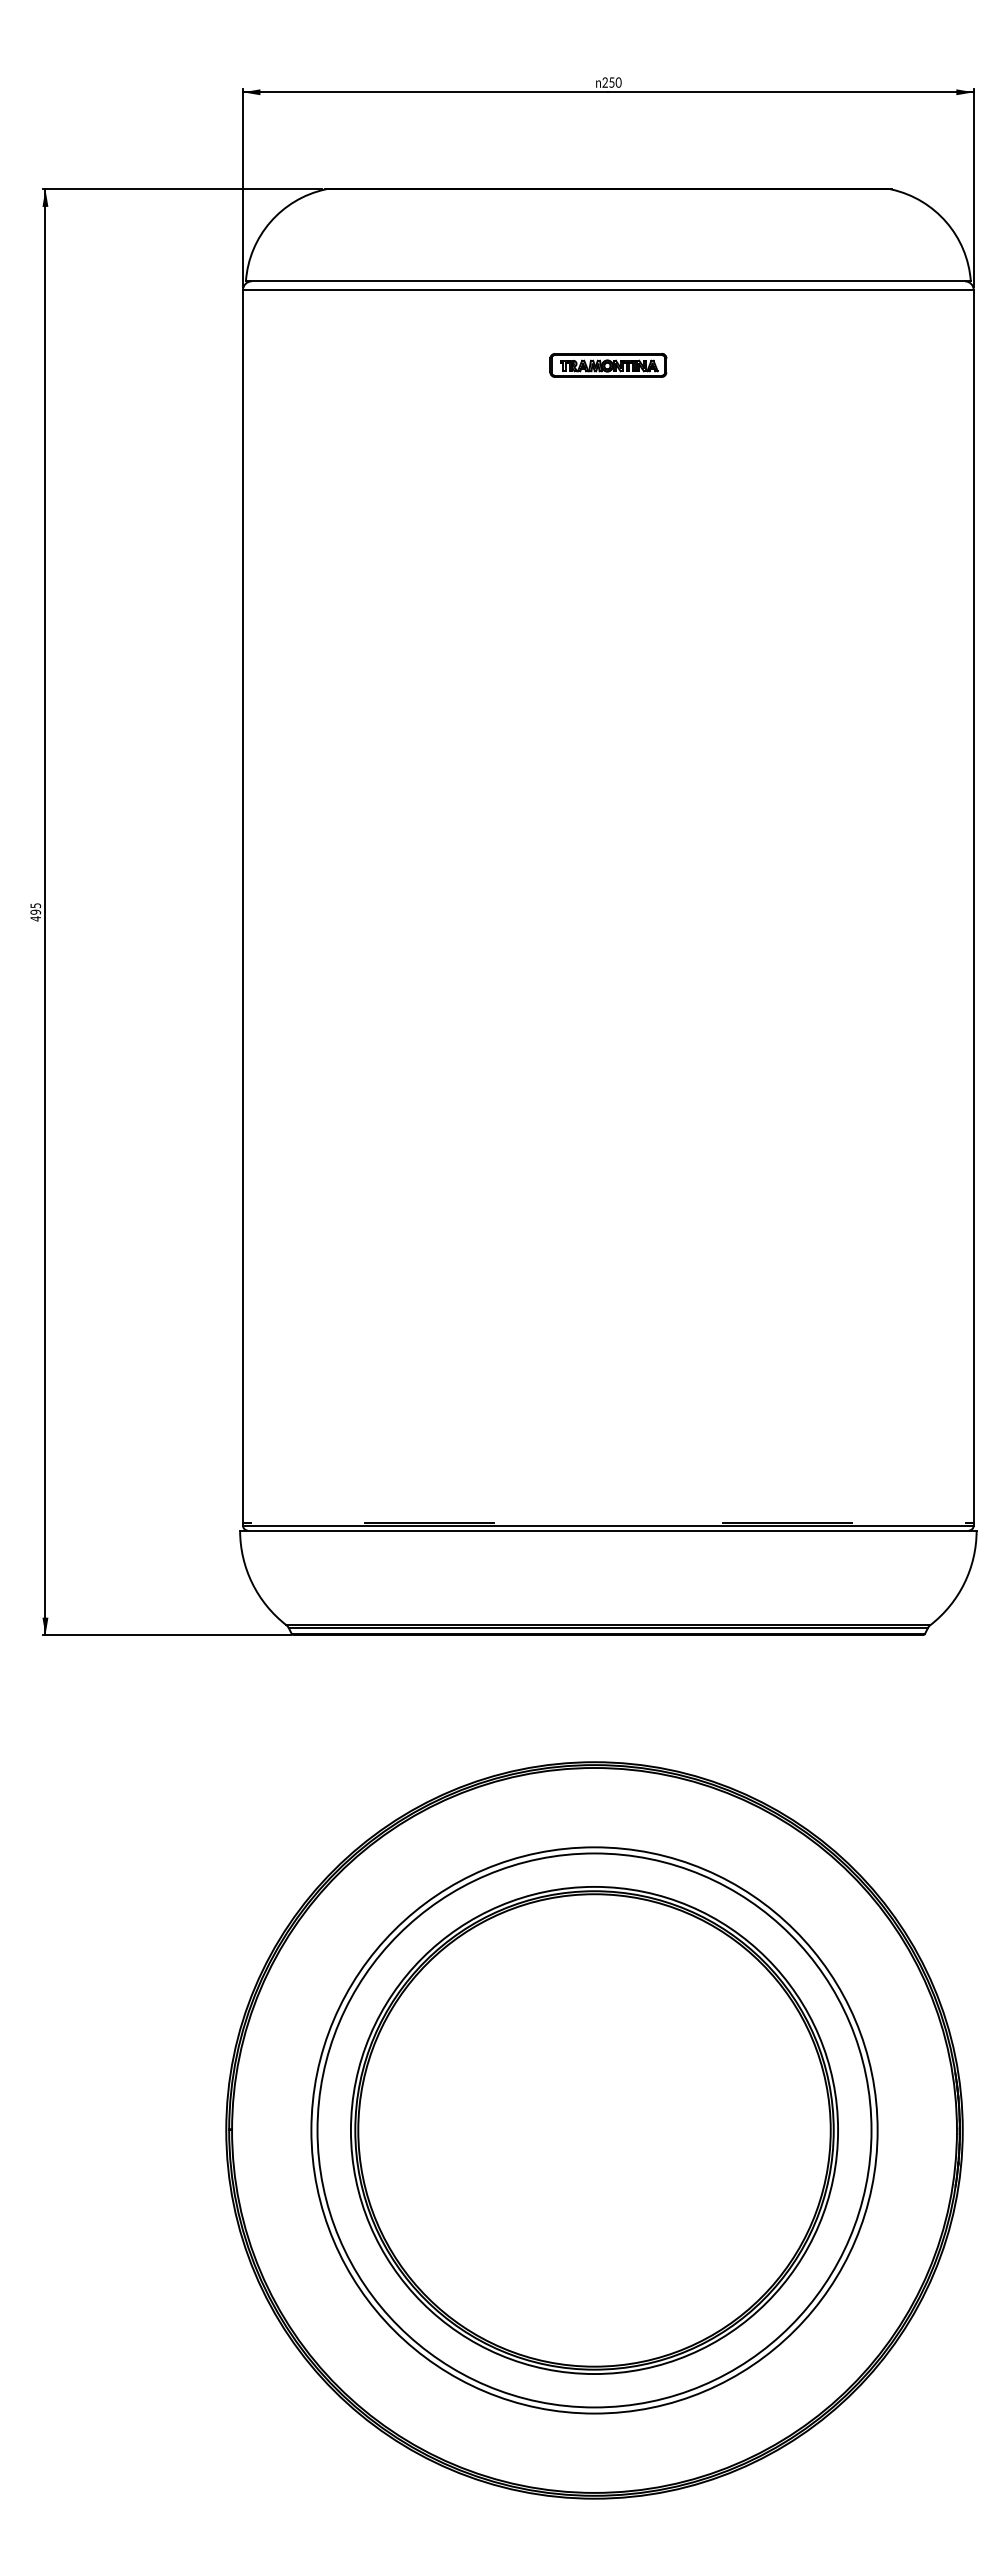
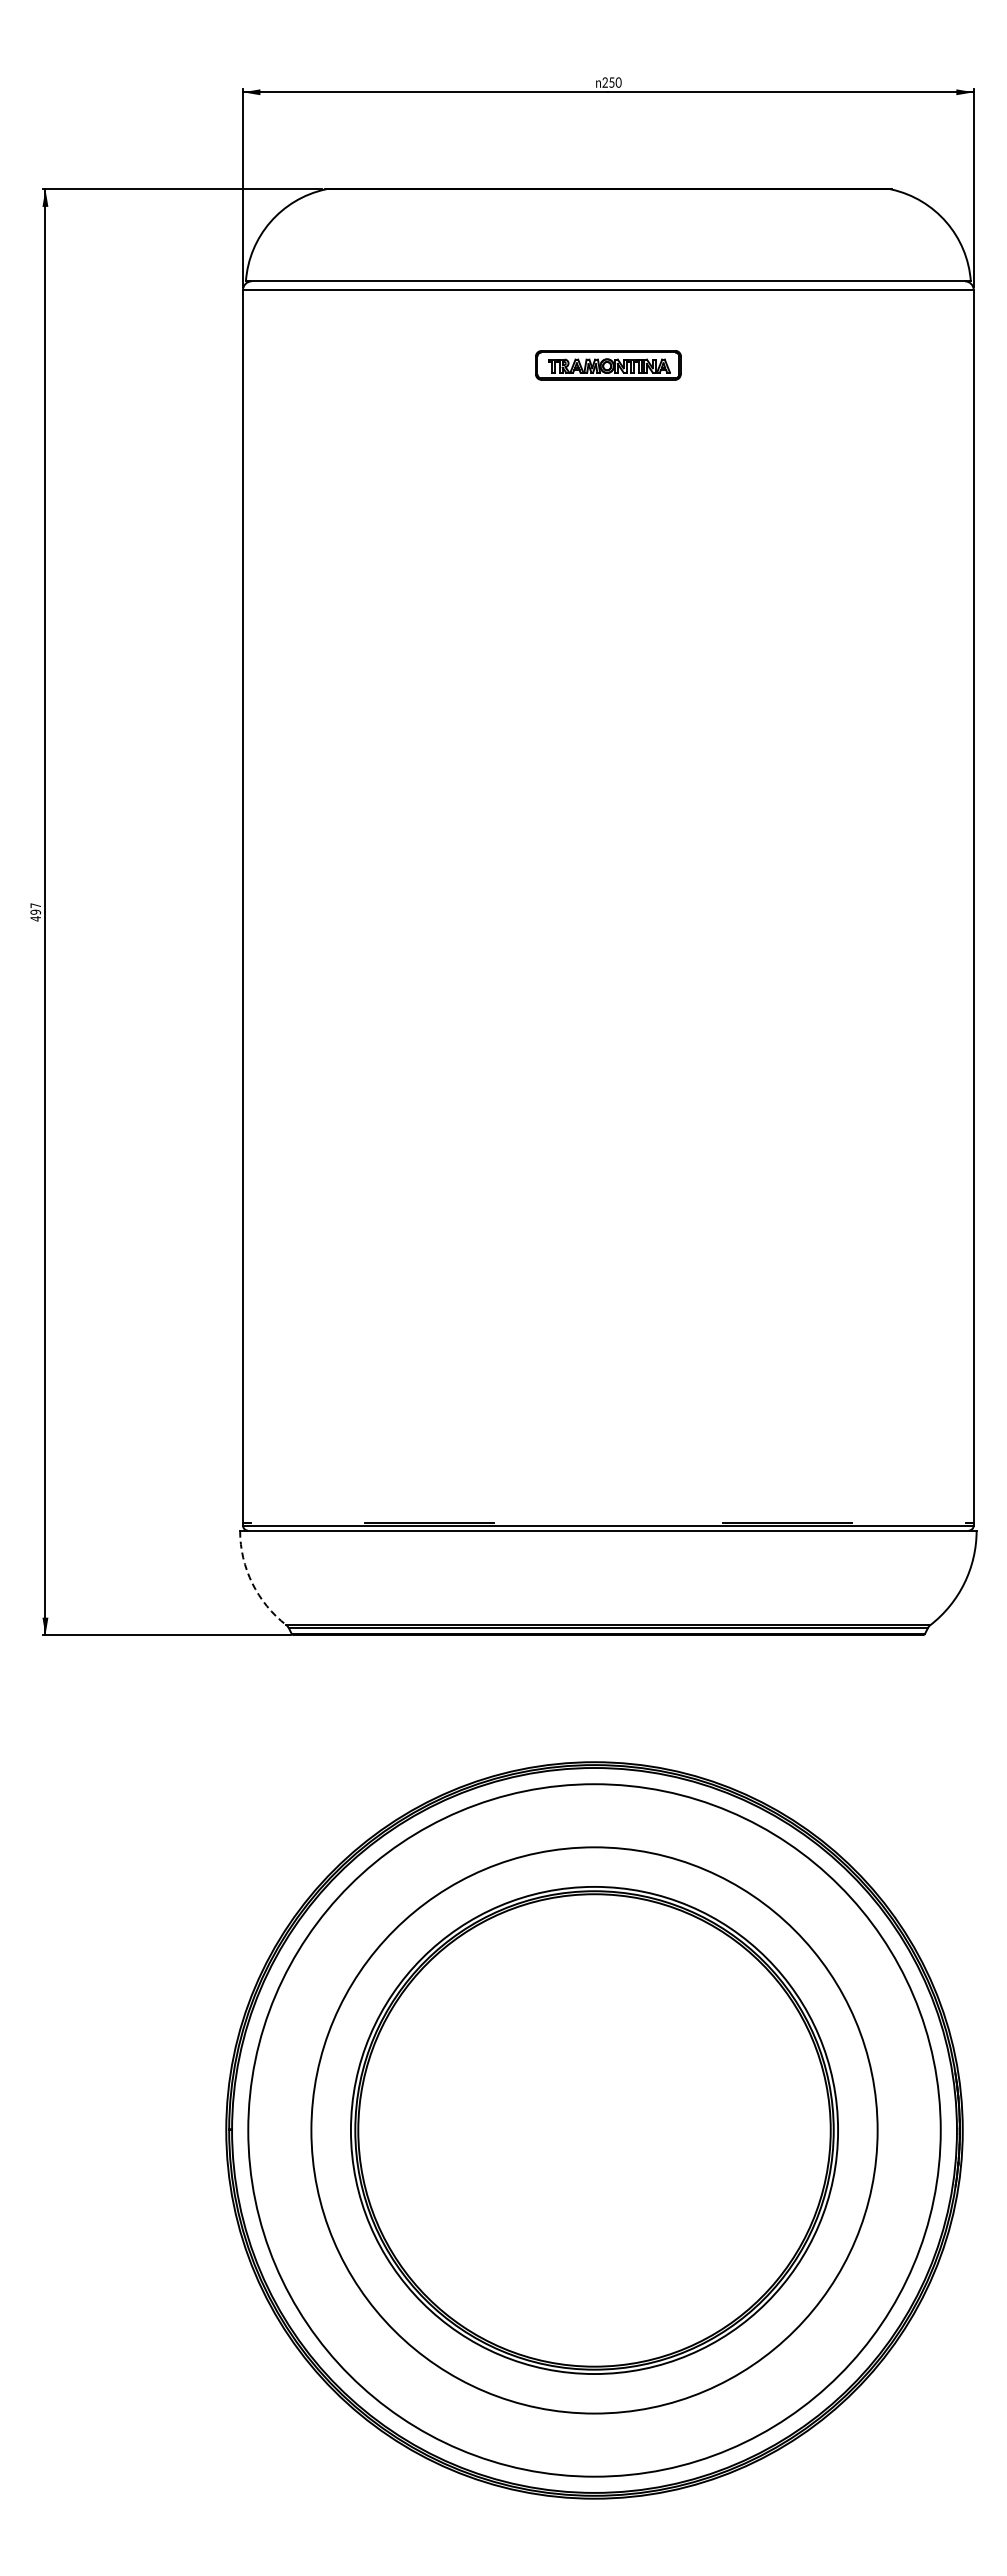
part at (608, 365) size: 119x25 px -> 147x31 px
text at (35, 905): 495 -> 497
arc at (252, 1583): solid -> dashed
circle at (594, 2130) diameter: 554 px -> 692 px
